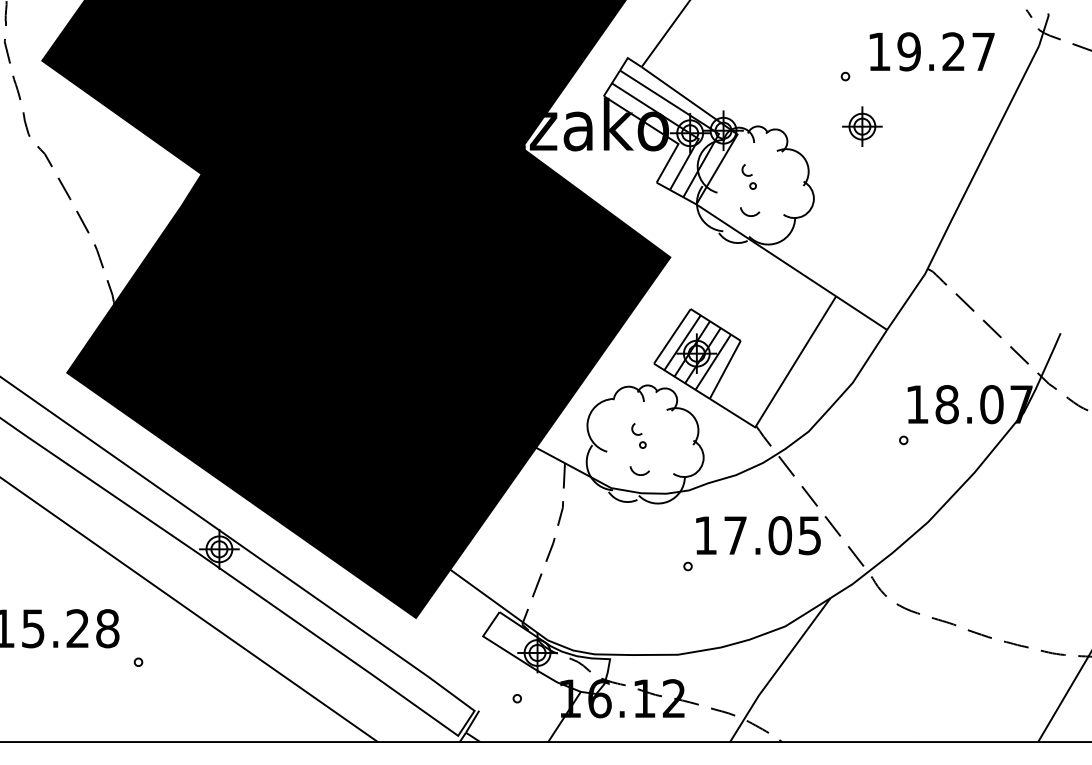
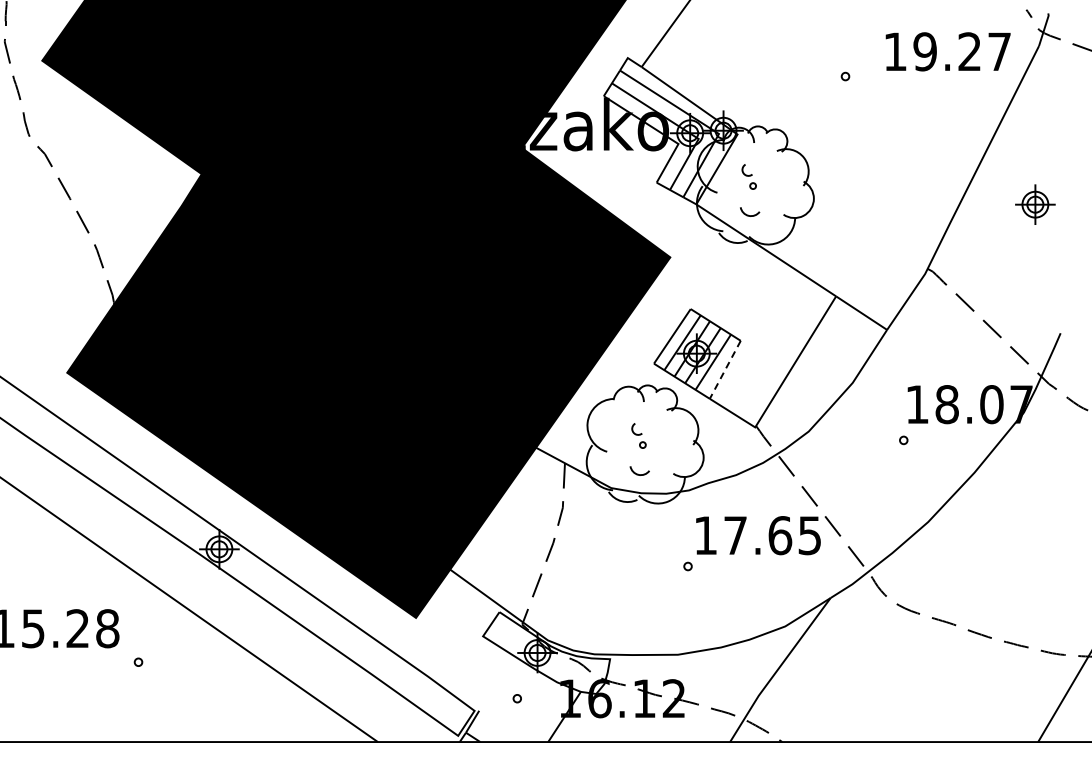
text at (931, 51) position: (931, 51) -> (947, 51)
part at (862, 126) position: (862, 126) -> (1035, 204)
line at (725, 369): solid -> dashed
text at (780, 535): 17.05 -> 17.65
